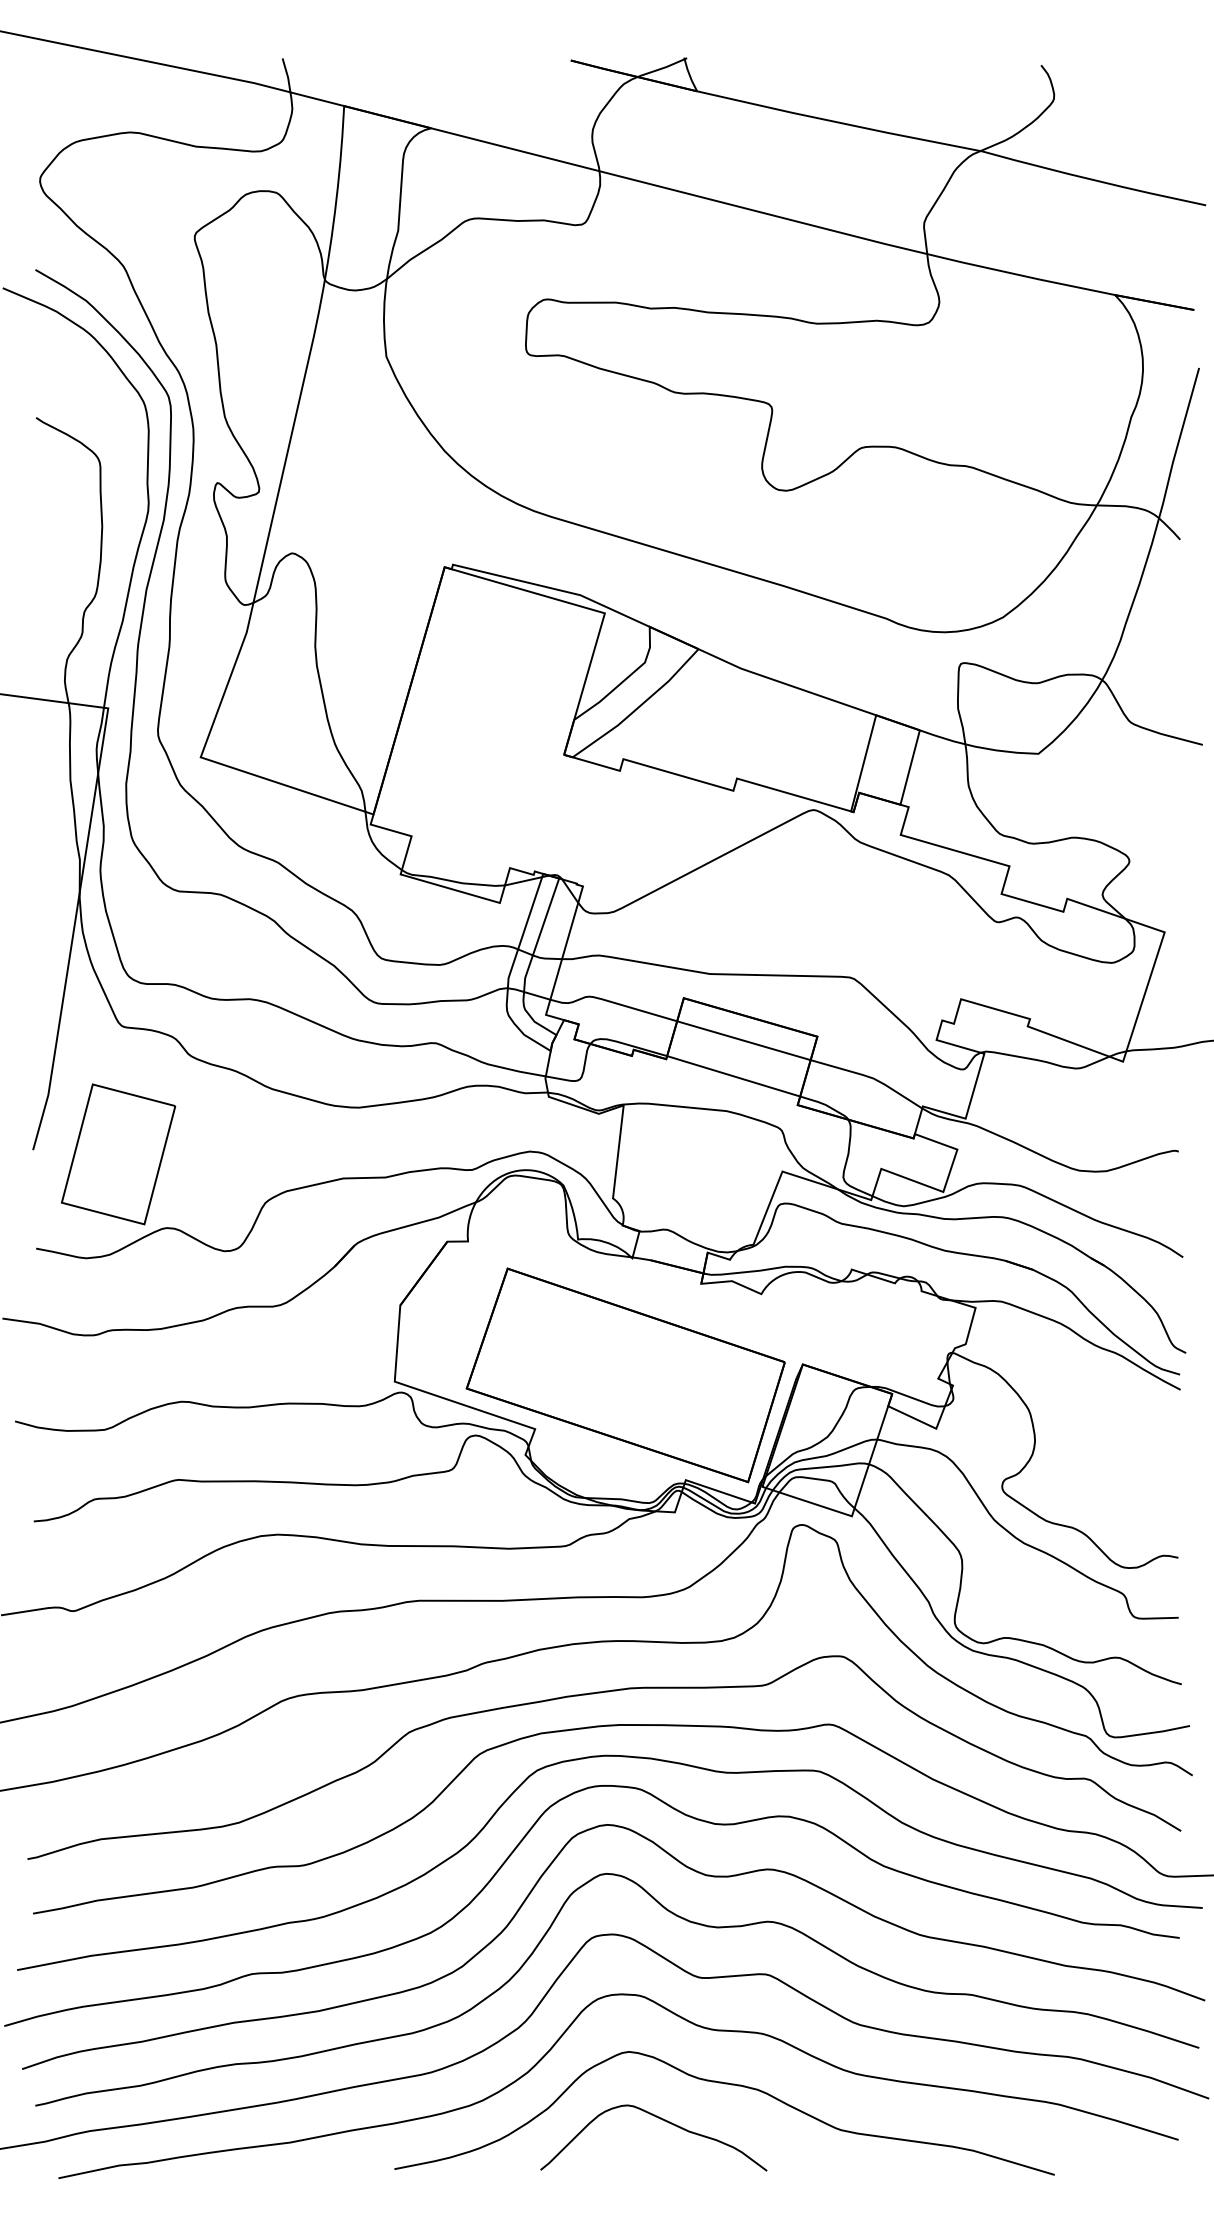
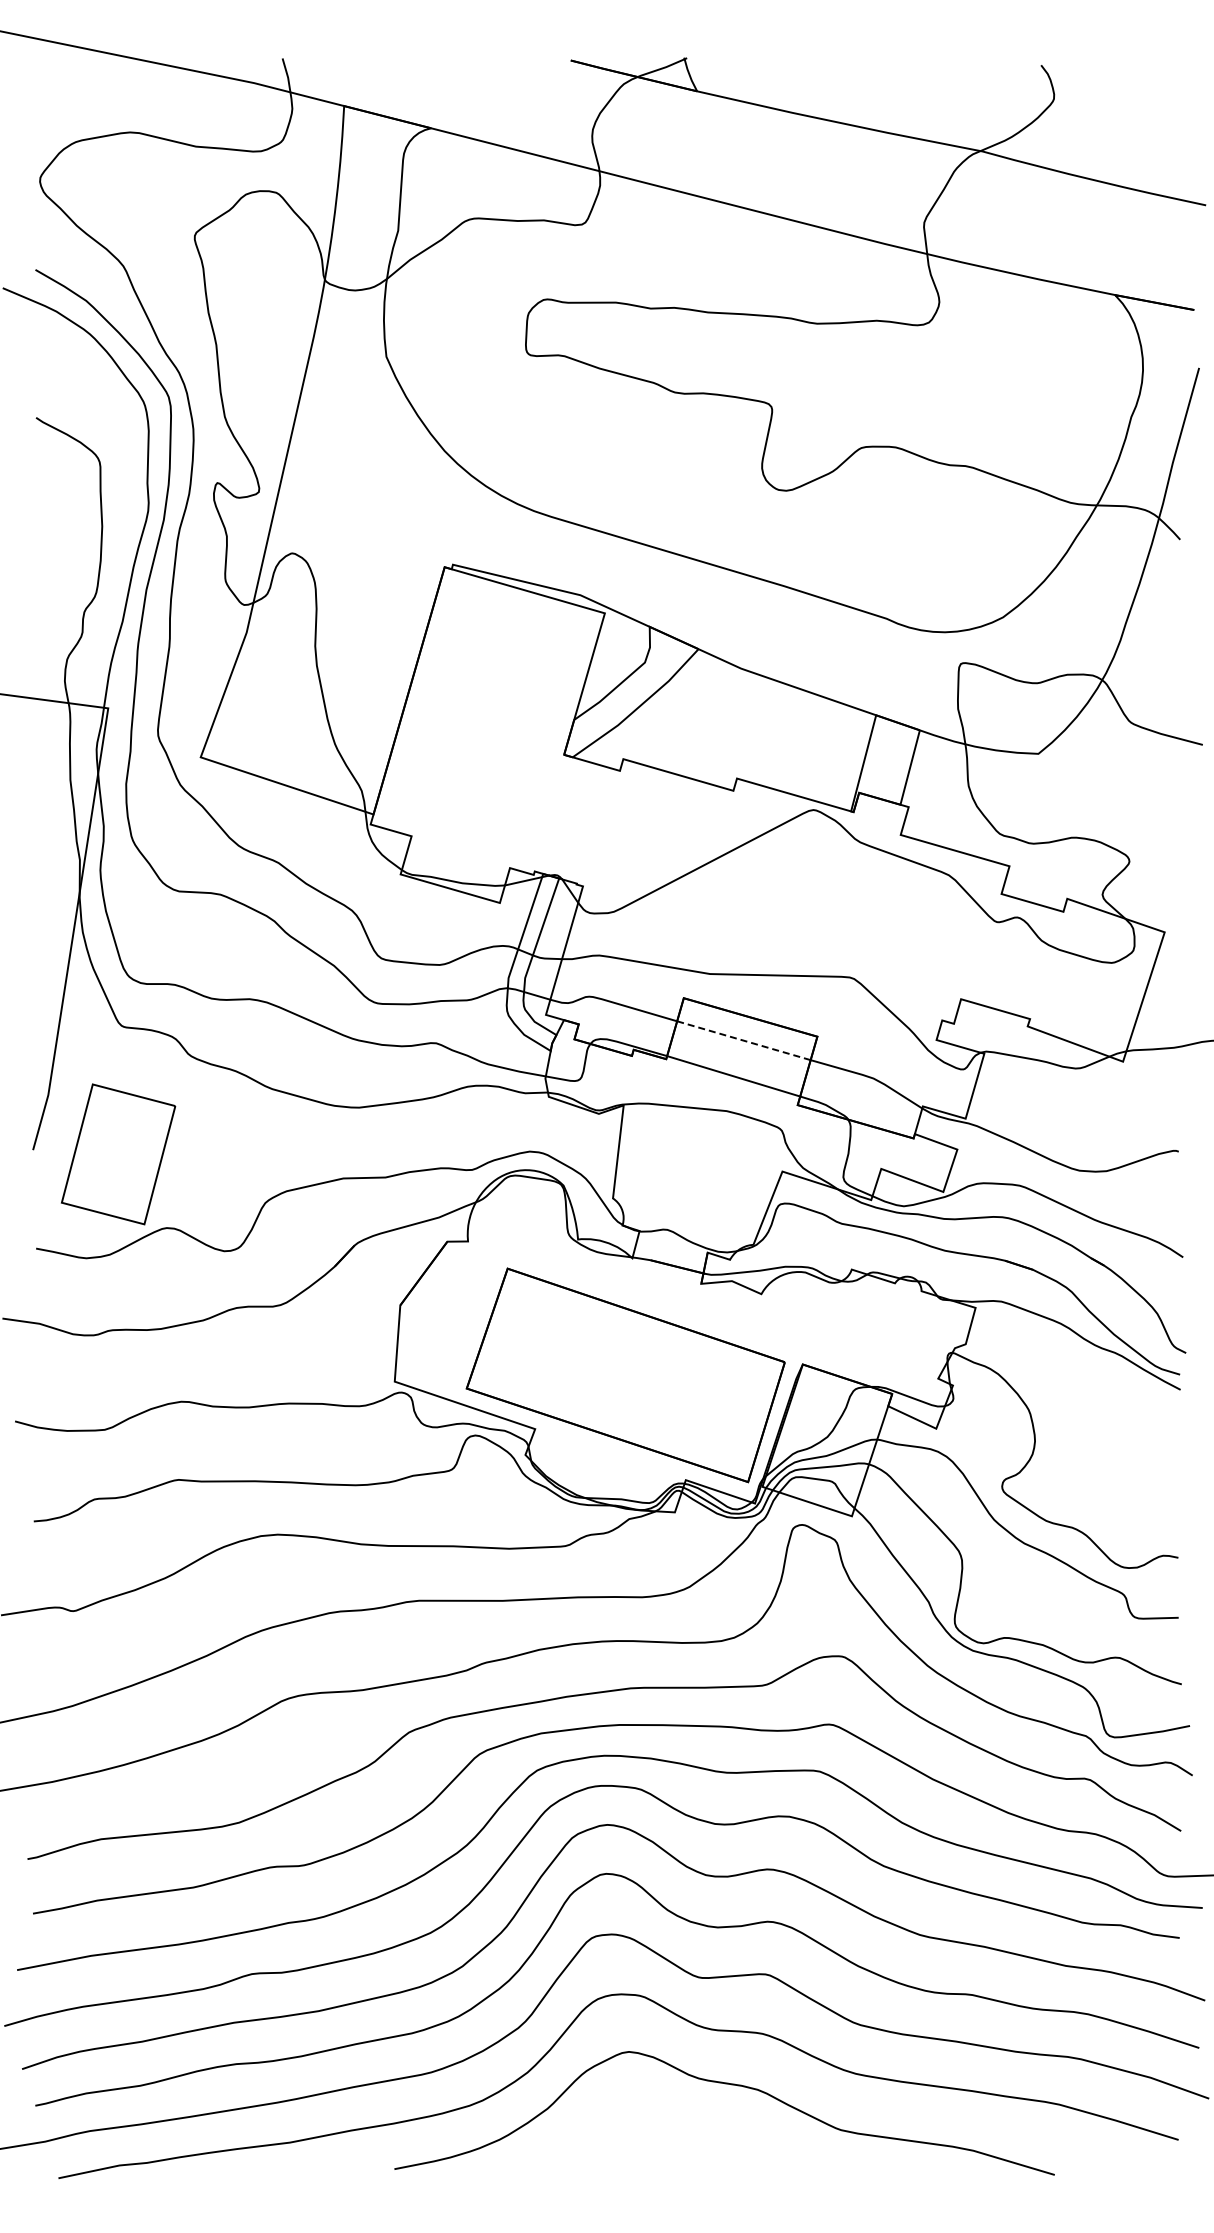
line at (743, 1040): solid -> dashed
curve at (662, 2120): present -> none
